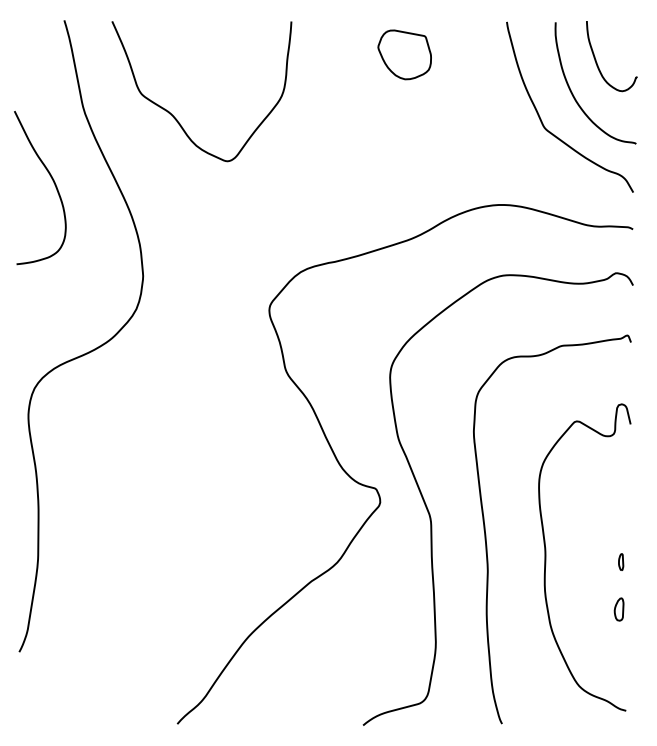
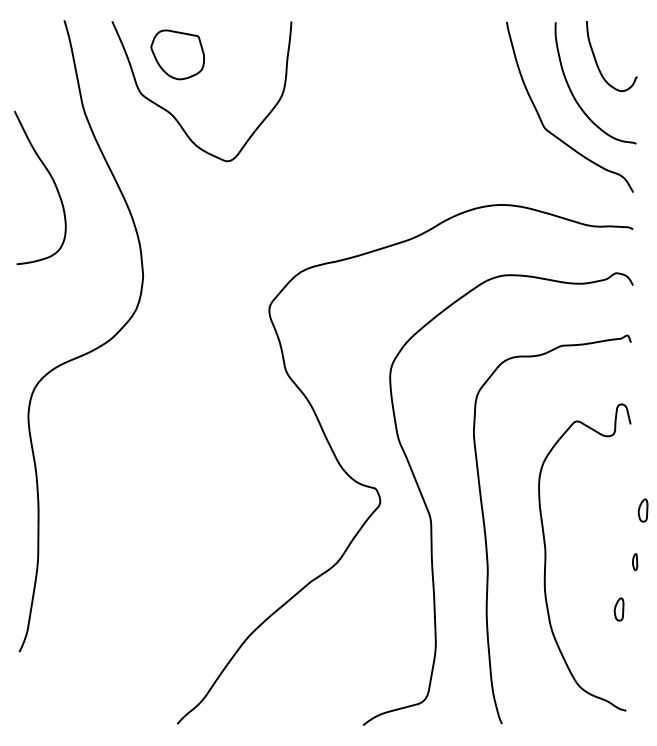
part at (404, 54) position: (404, 54) -> (177, 54)
part at (642, 510): none -> present
part at (621, 561) position: (621, 561) -> (635, 561)
